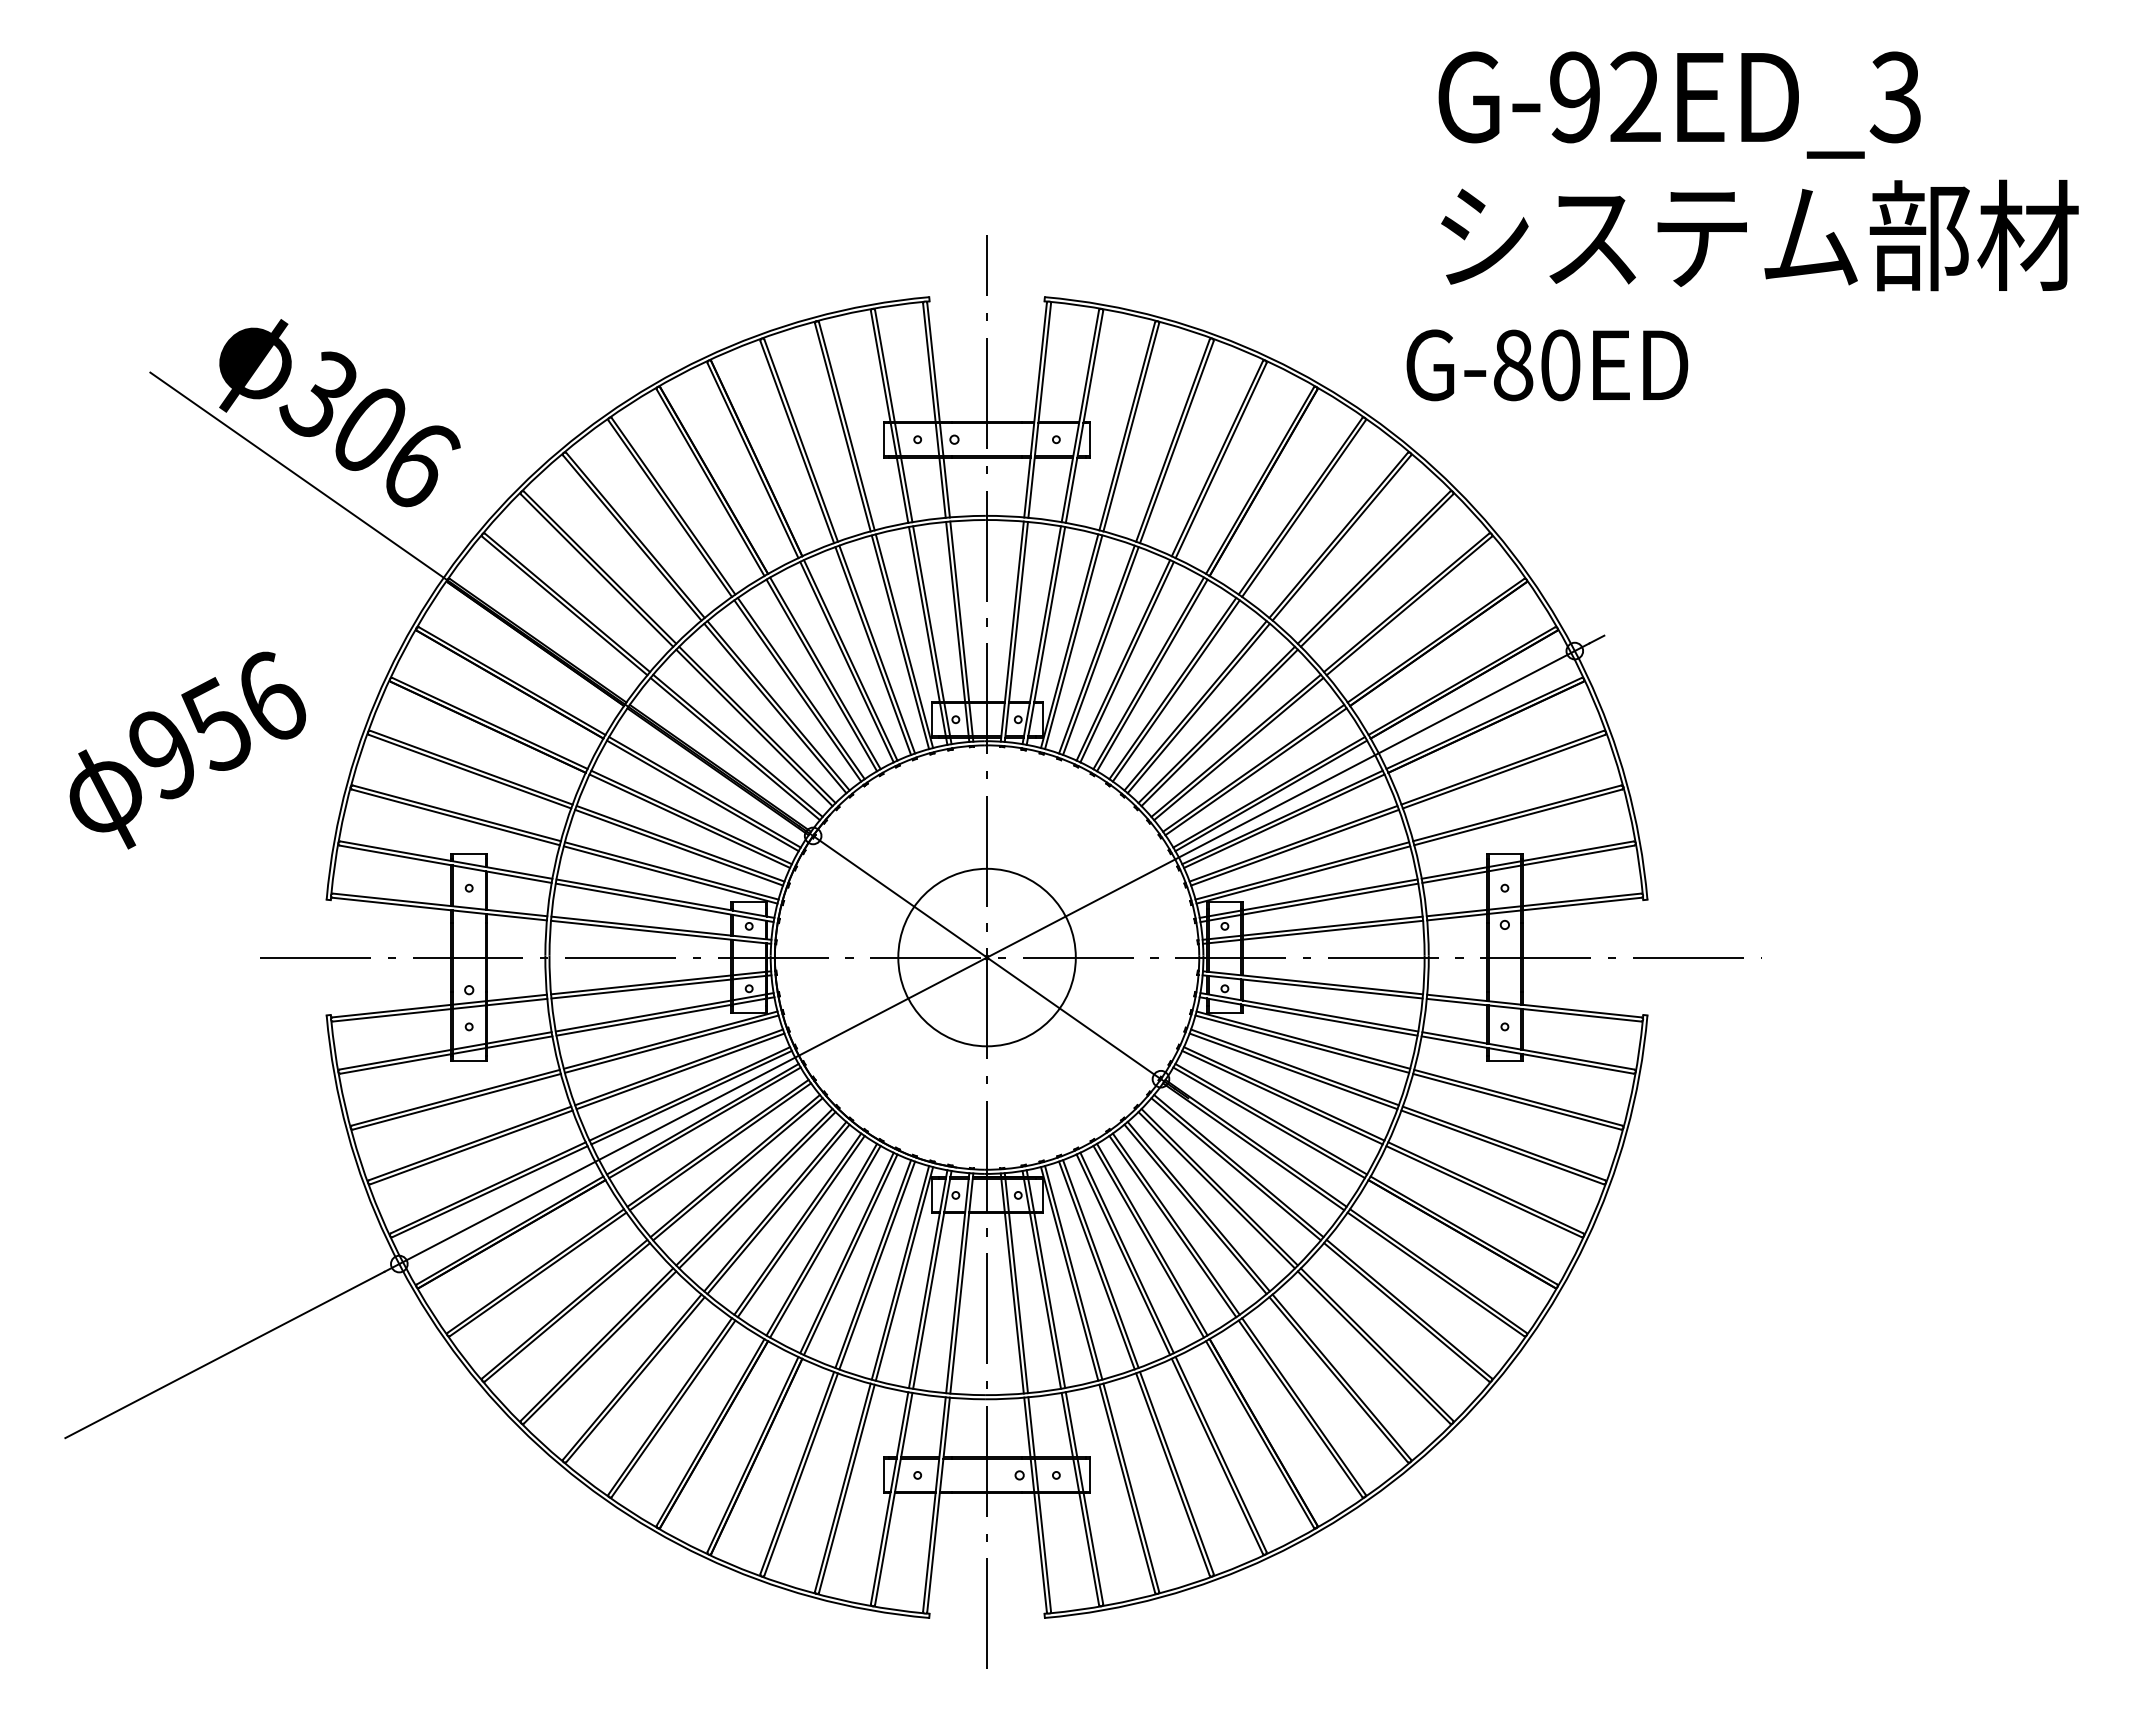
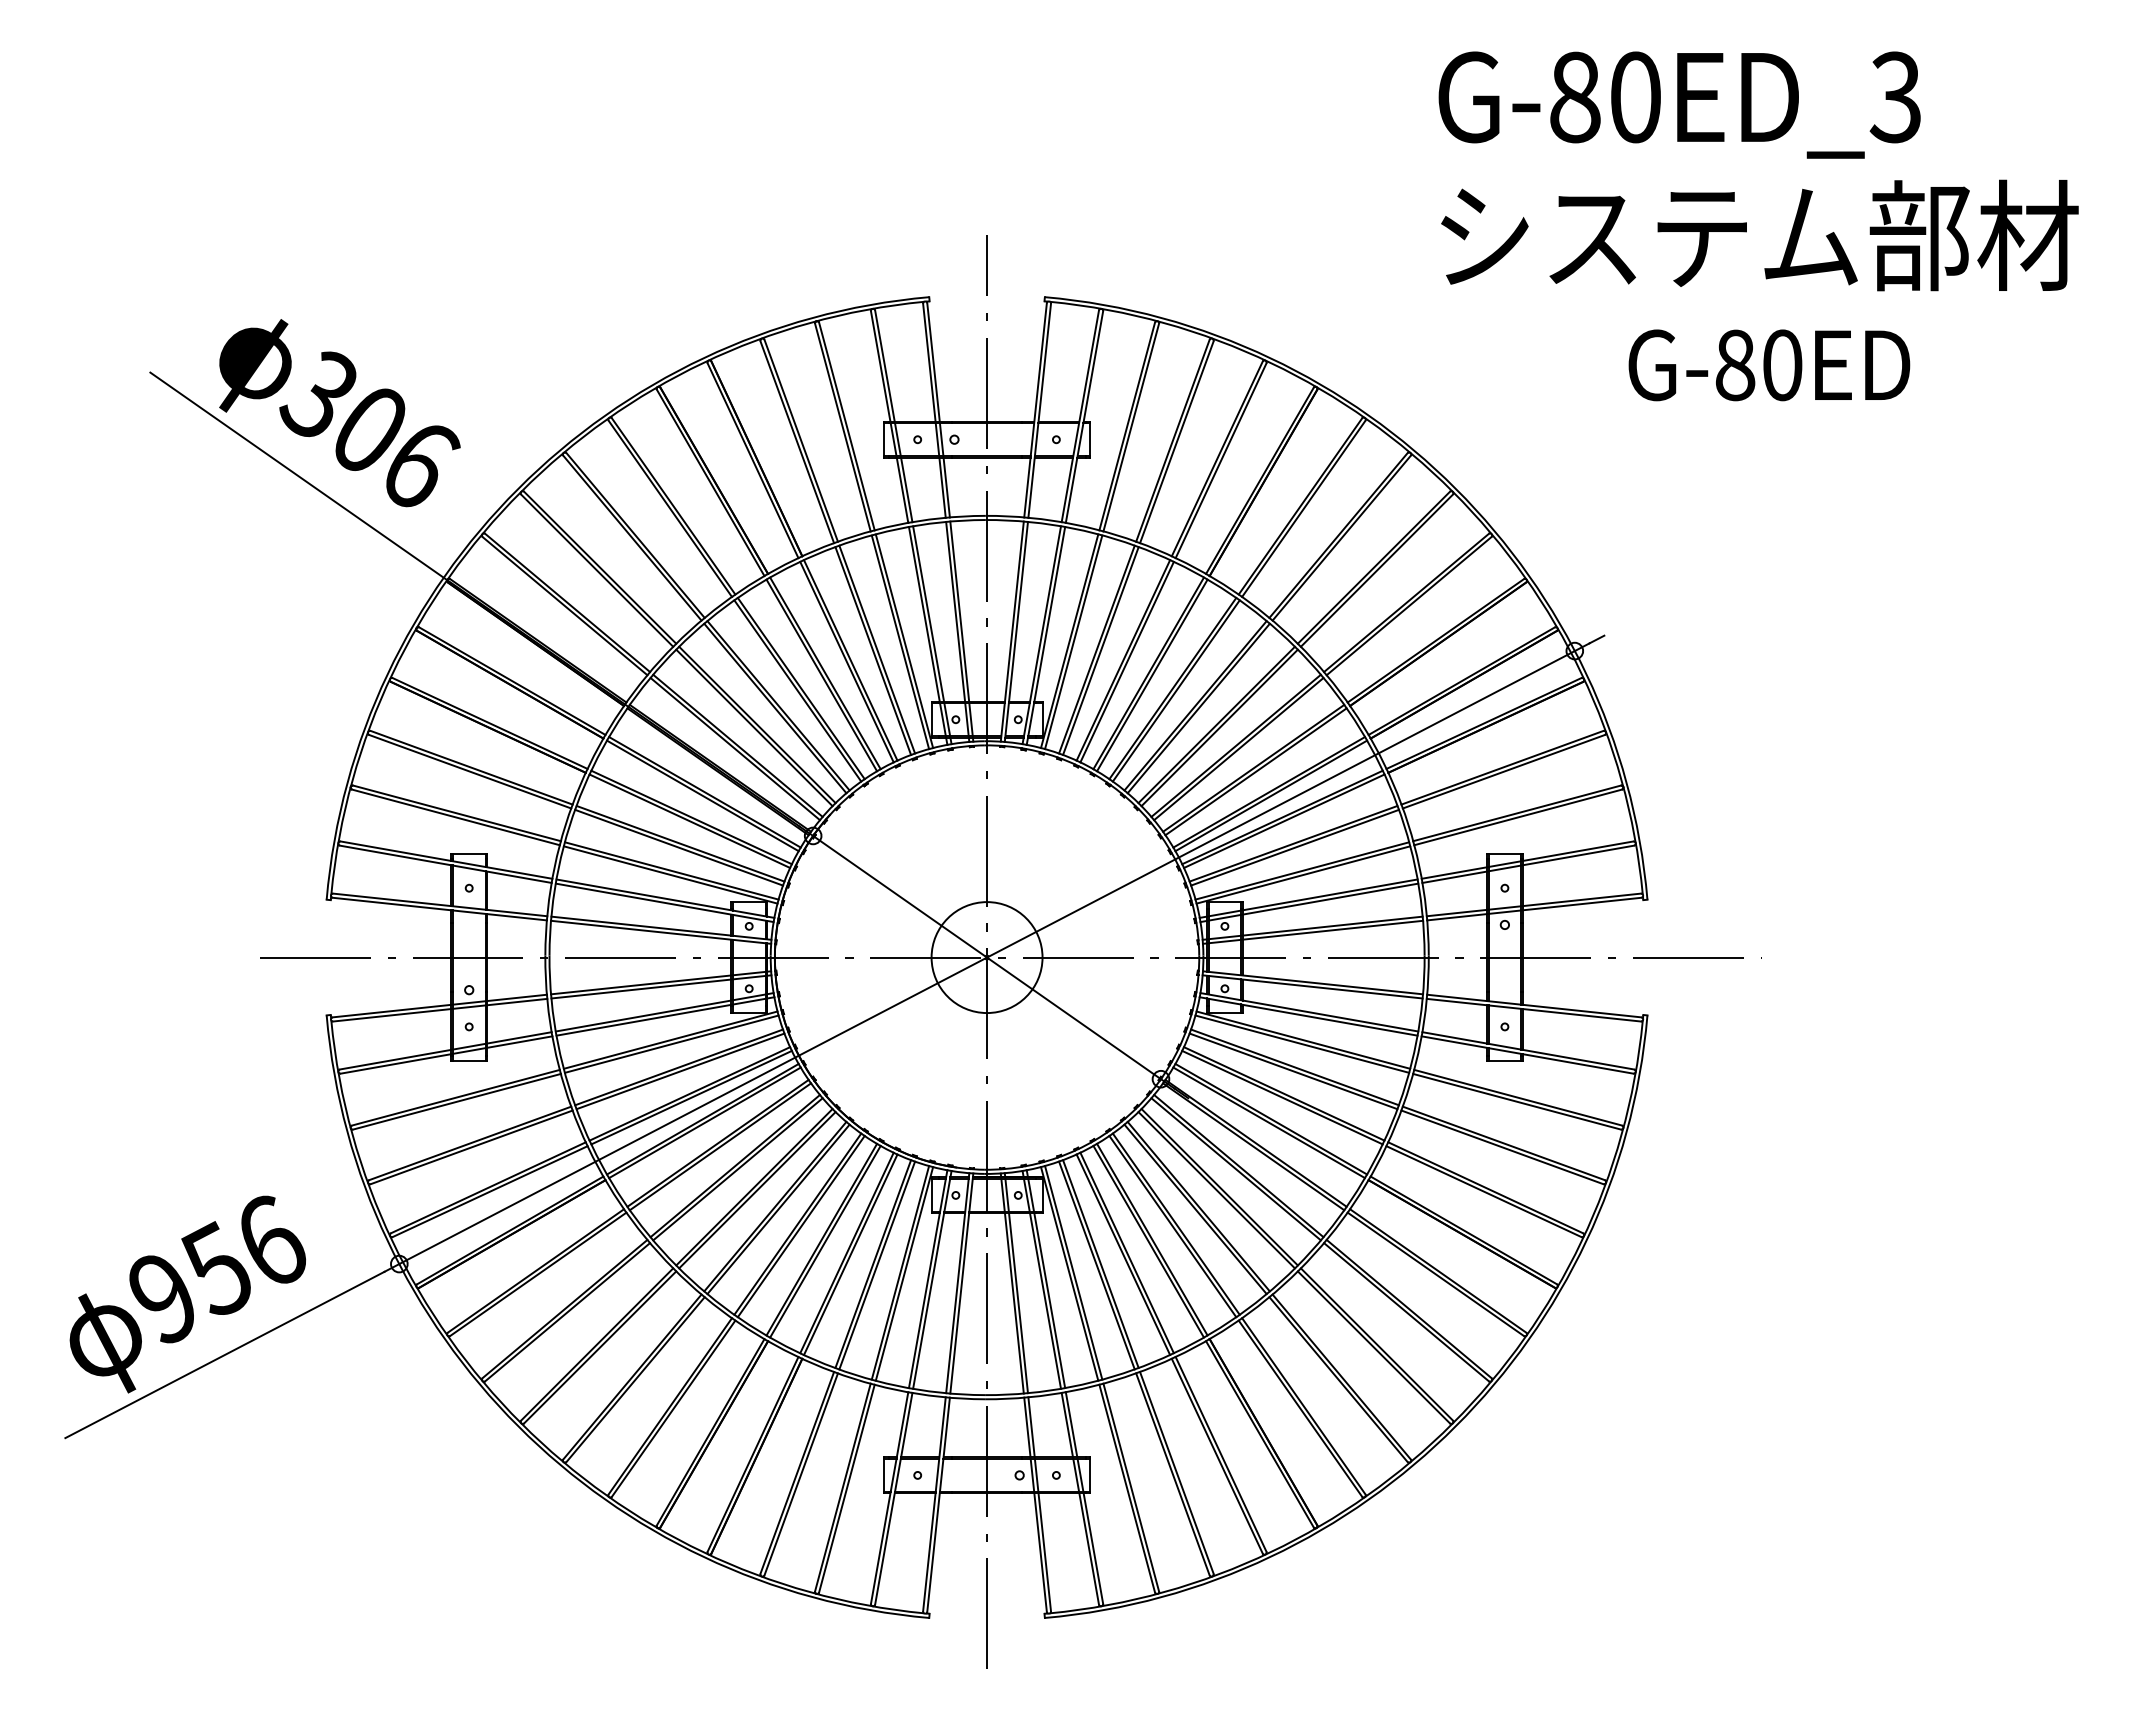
text at (1605, 97): G-92ED_3 -> G-80ED_3
text at (1547, 365) position: (1547, 365) -> (1769, 365)
text at (187, 750) position: (187, 750) -> (187, 1294)
circle at (986, 957) diameter: 178 px -> 111 px
